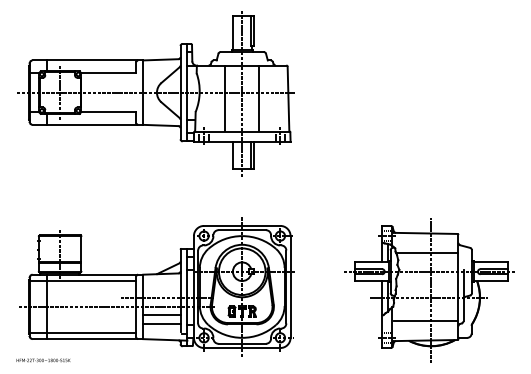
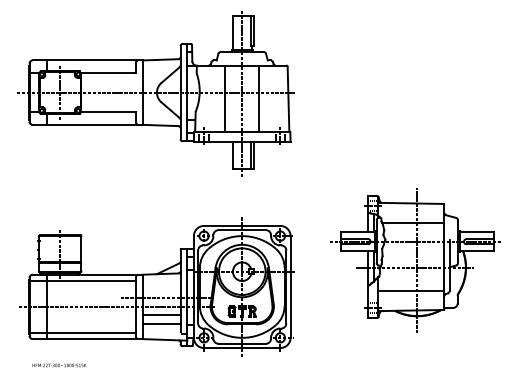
part at (429, 290) position: (429, 290) -> (415, 260)
text at (43, 360) position: (43, 360) -> (59, 365)
